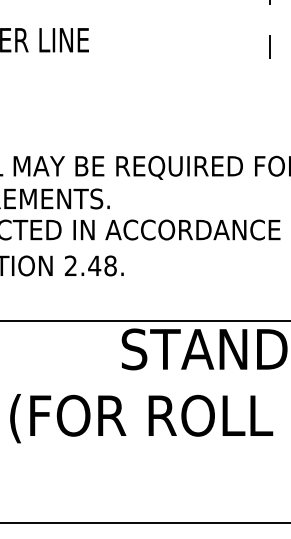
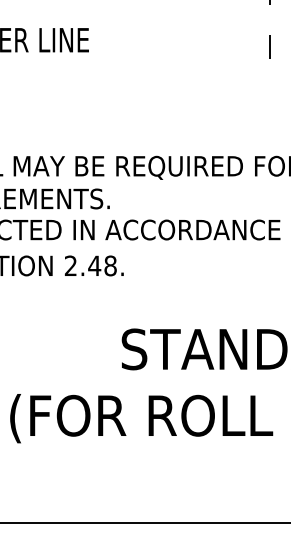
line at (144, 320): present -> none
